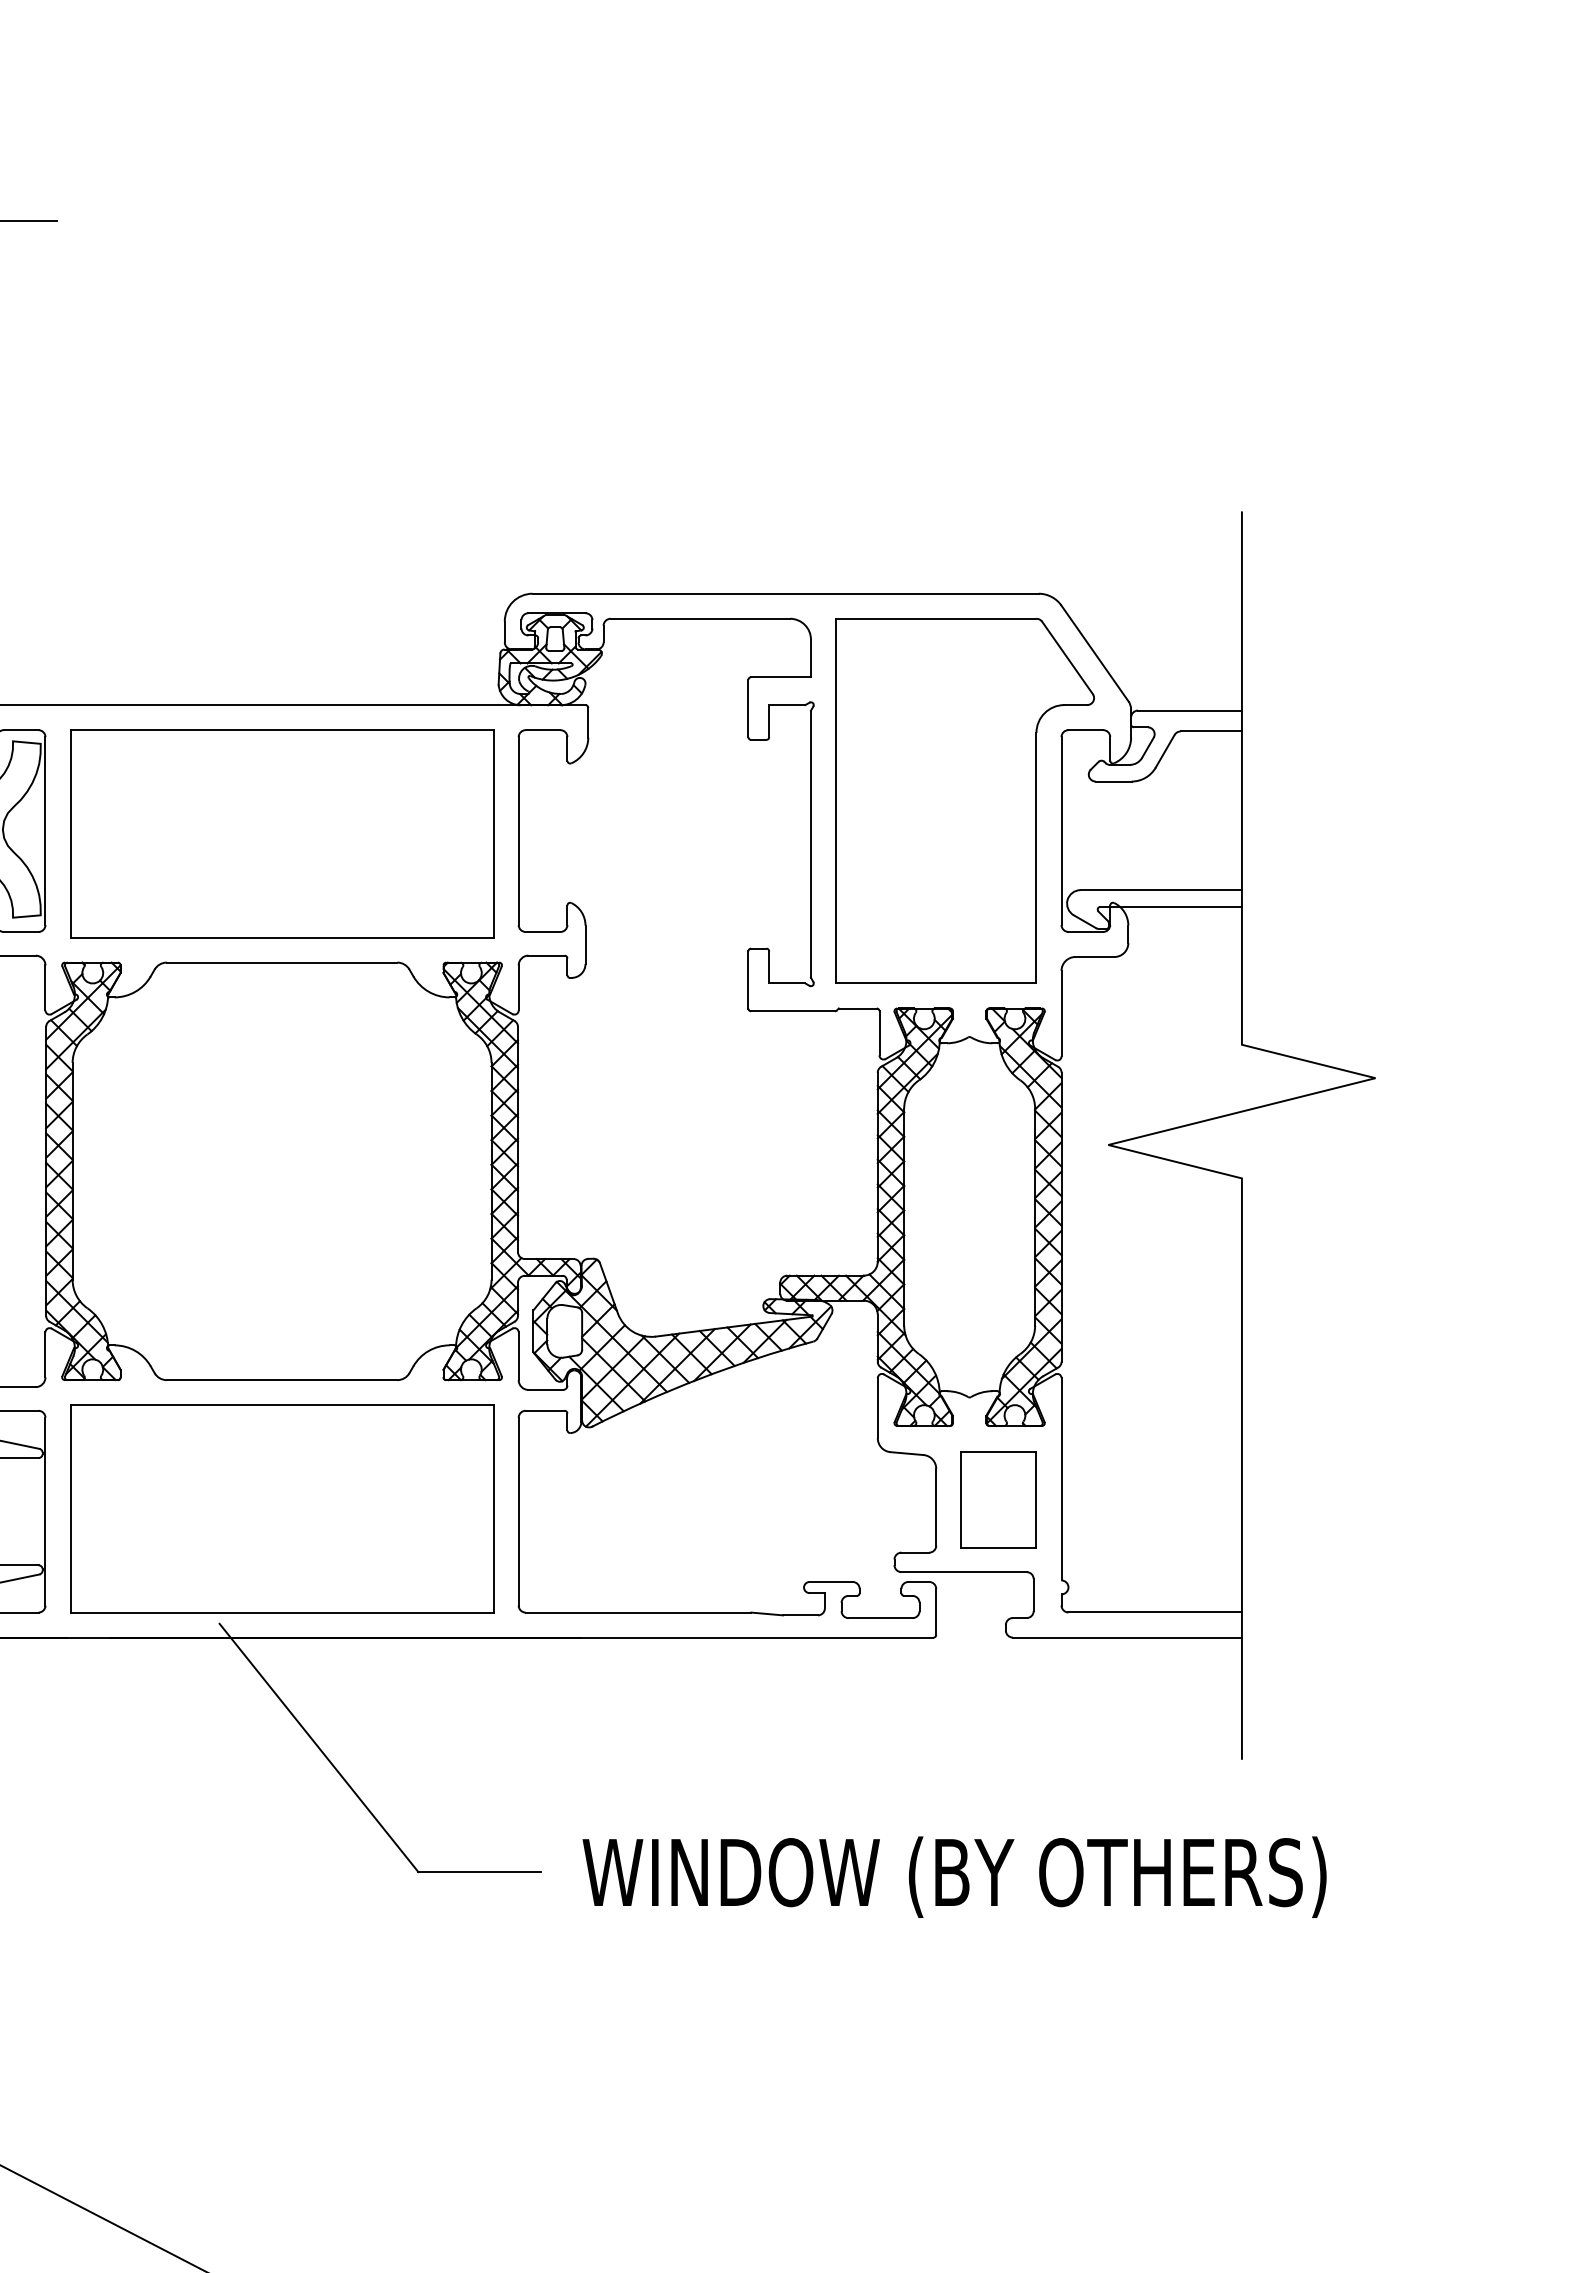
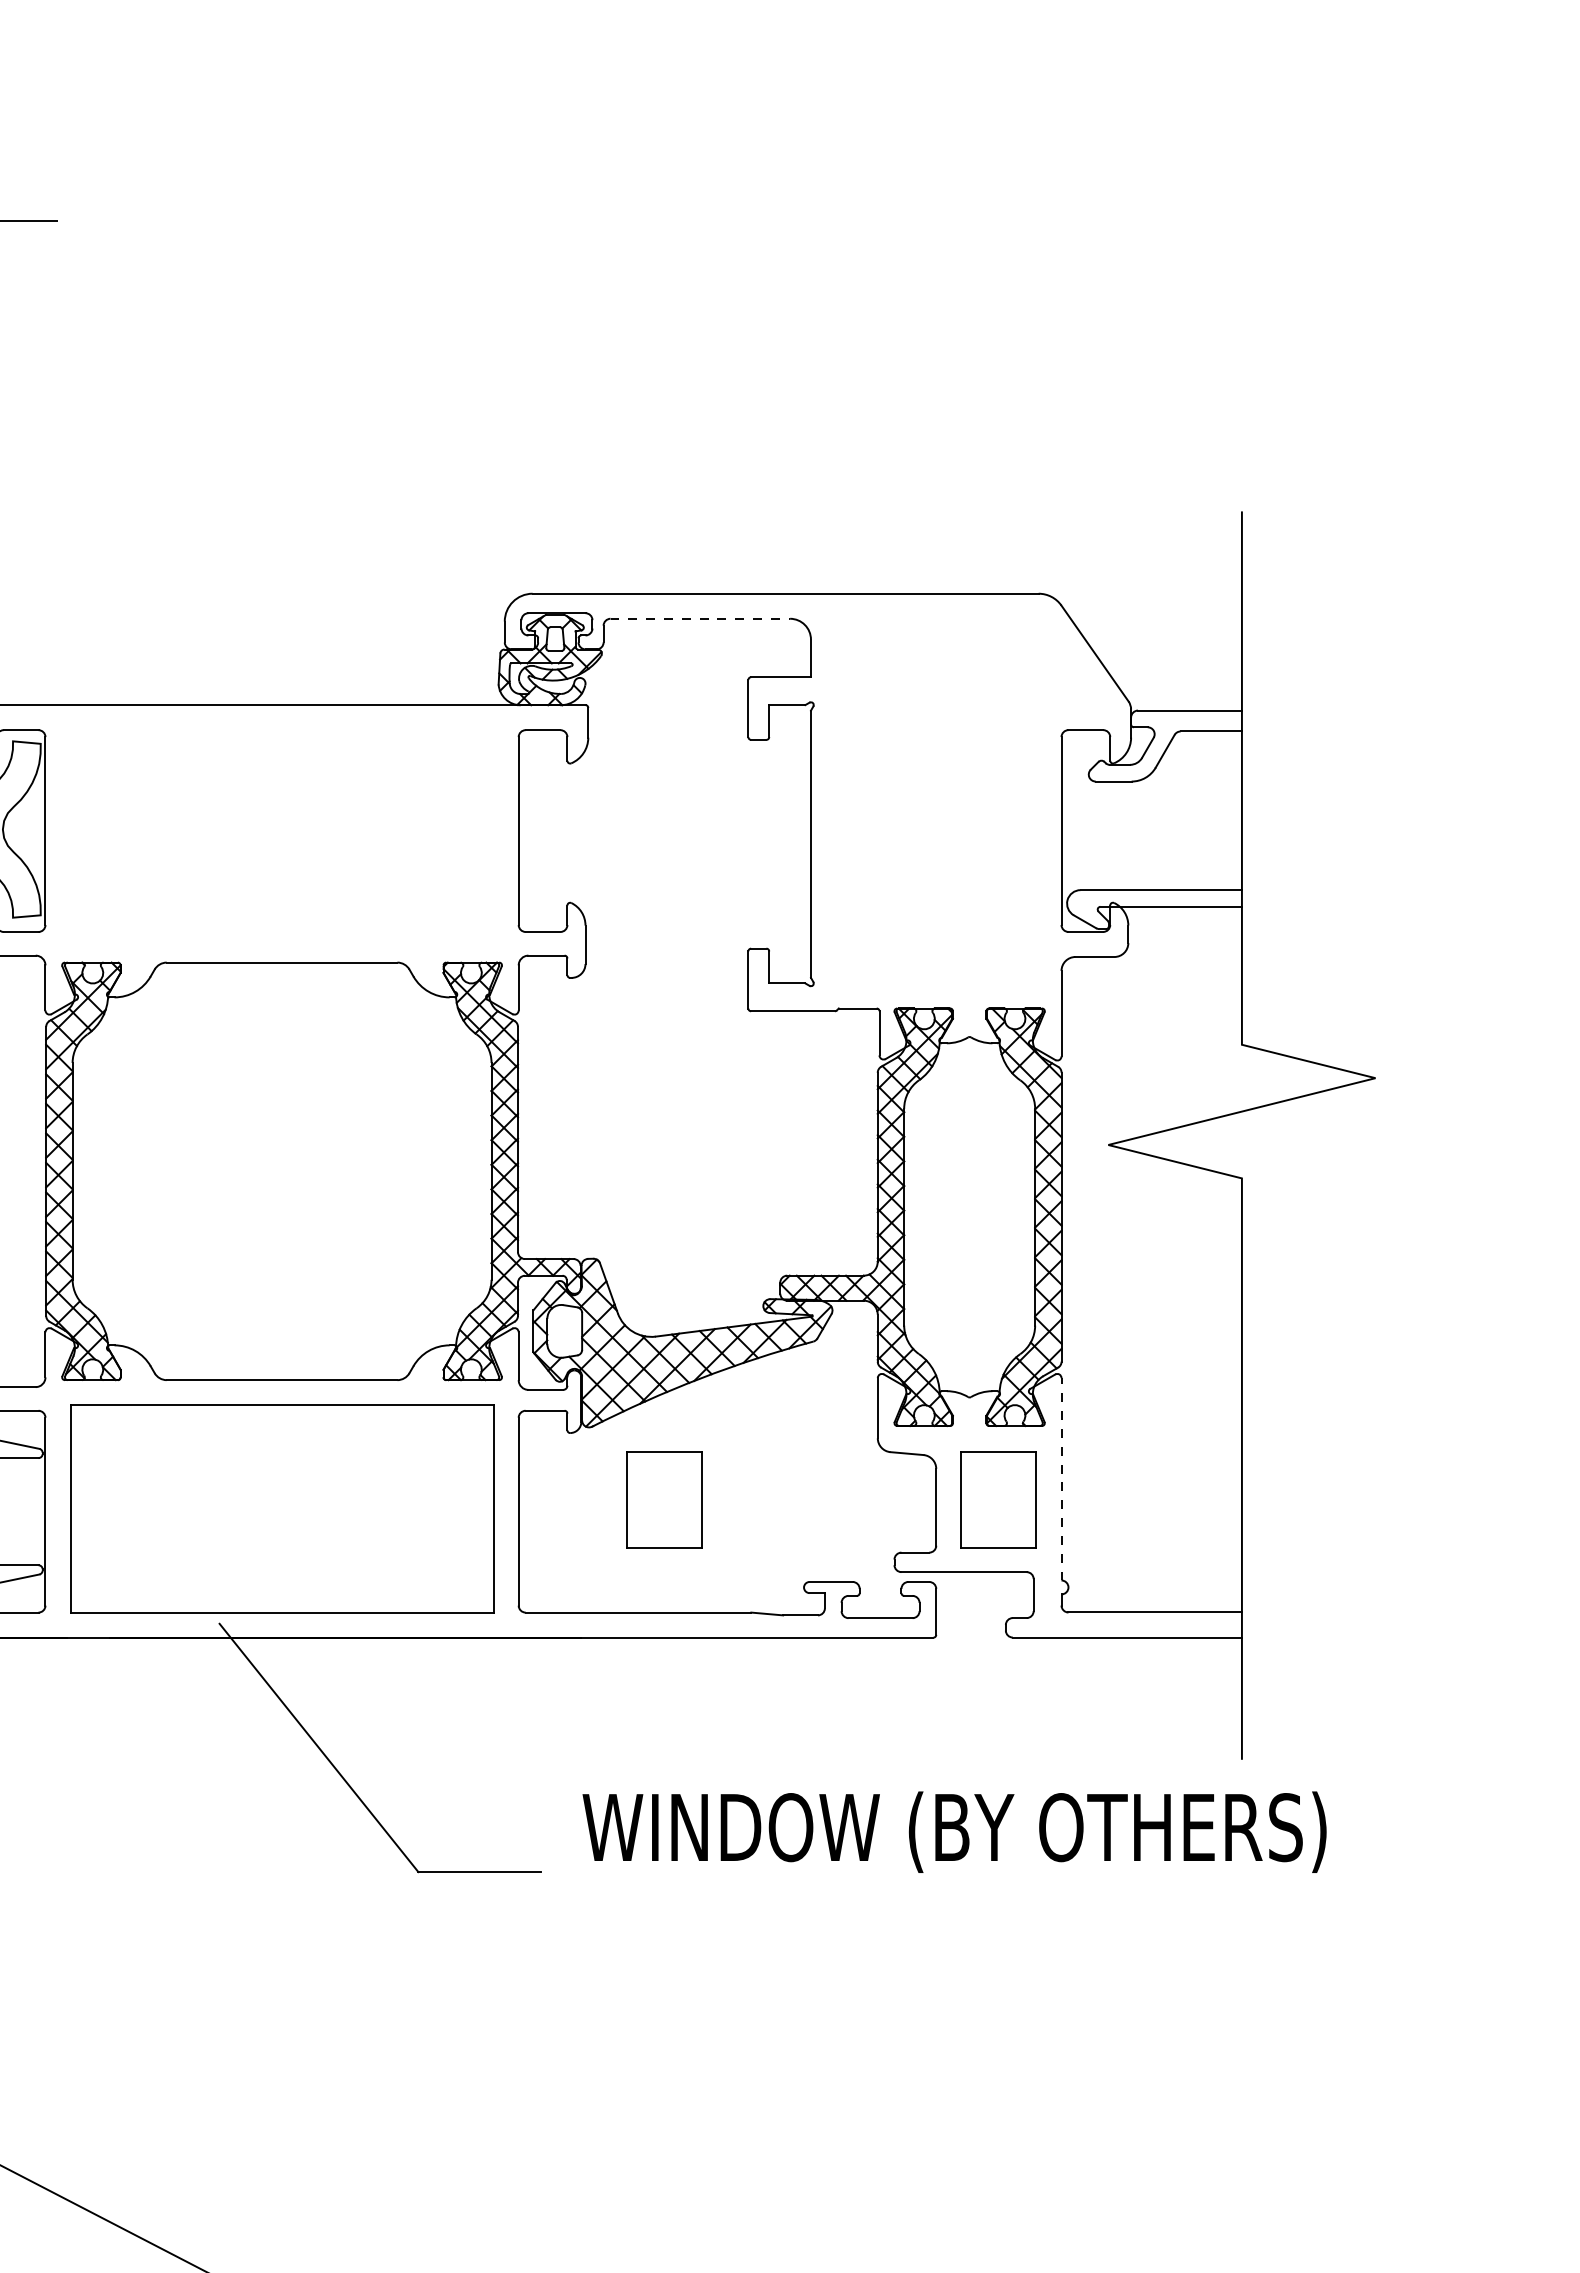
line at (700, 618): solid -> dashed
part at (964, 800): present -> none
part at (282, 833): present -> none
line at (1061, 1478): solid -> dashed
part at (664, 1499): none -> present
text at (954, 1876) position: (954, 1876) -> (954, 1831)
